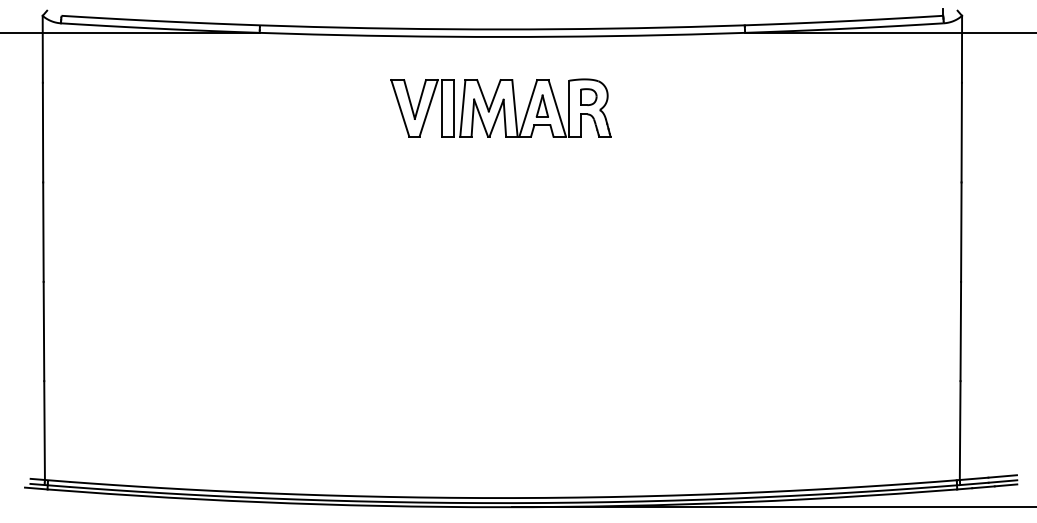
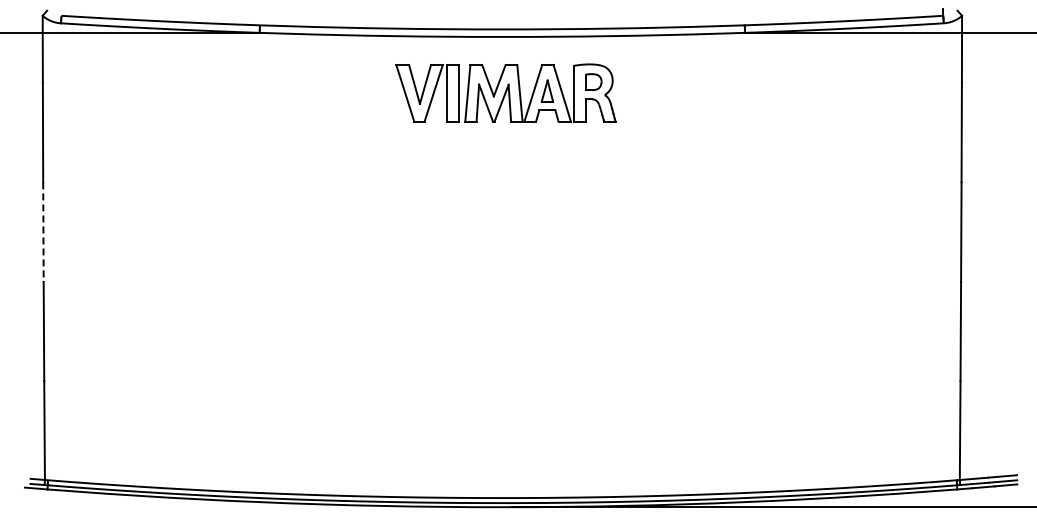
part at (500, 107) position: (500, 107) -> (505, 92)
line at (43, 232): solid -> dashed
